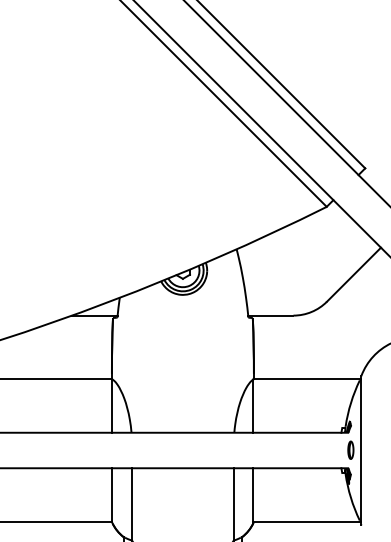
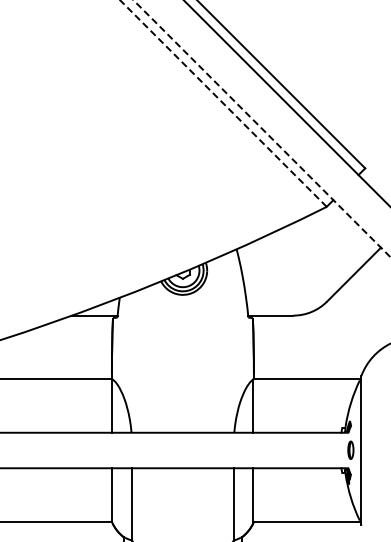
line at (223, 103): solid -> dashed
line at (262, 129): solid -> dashed
